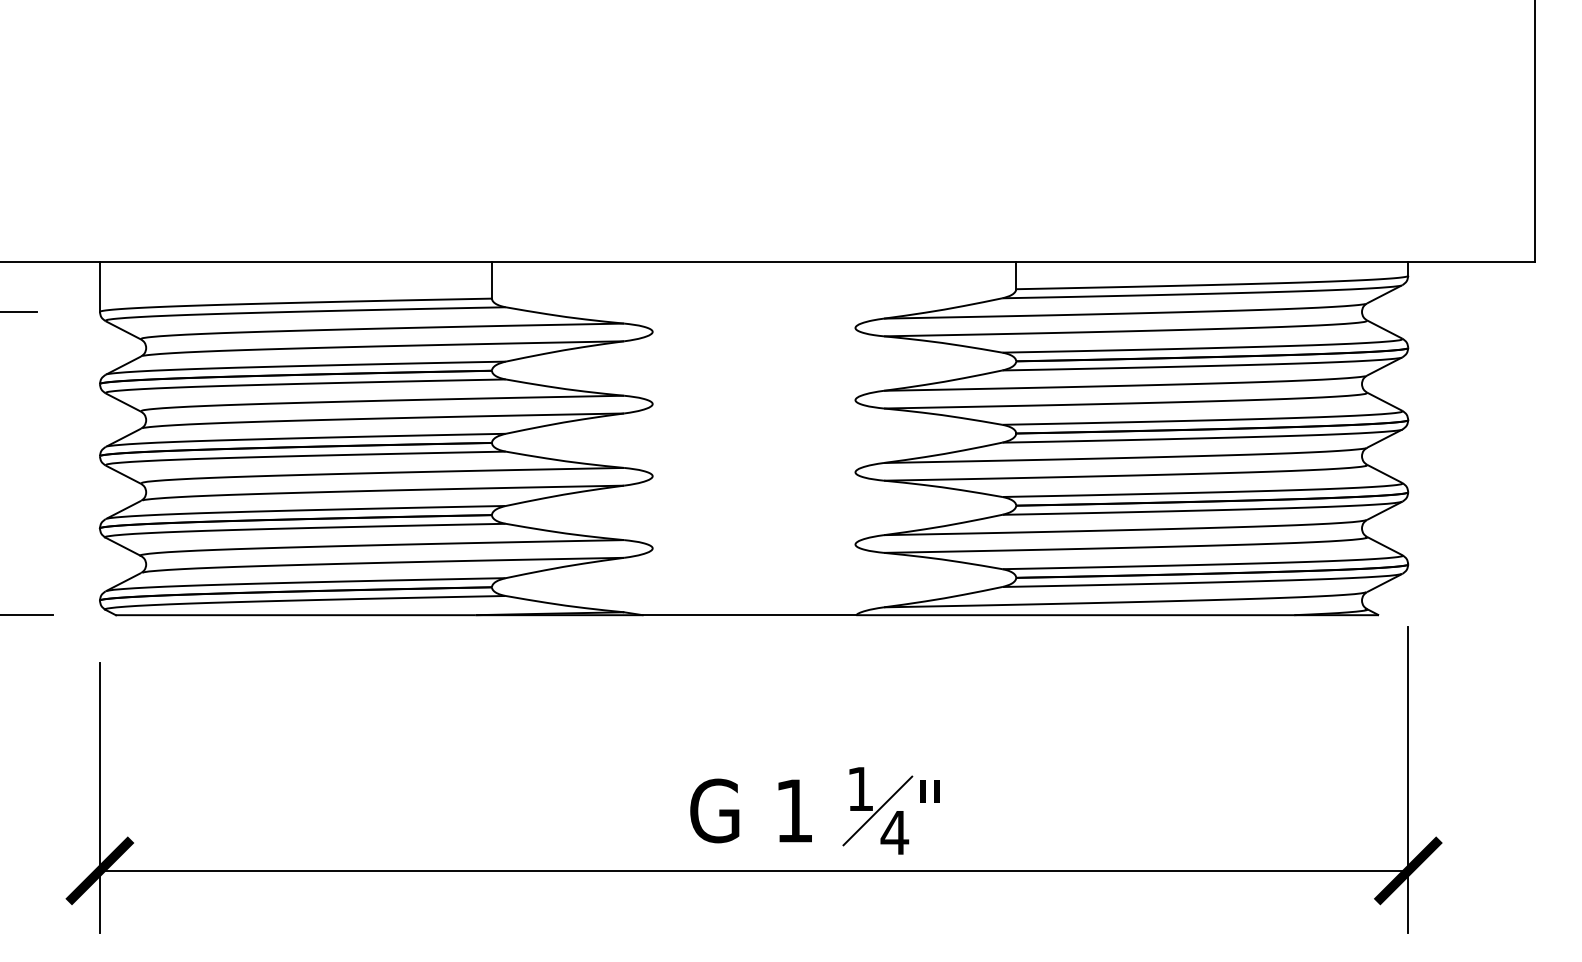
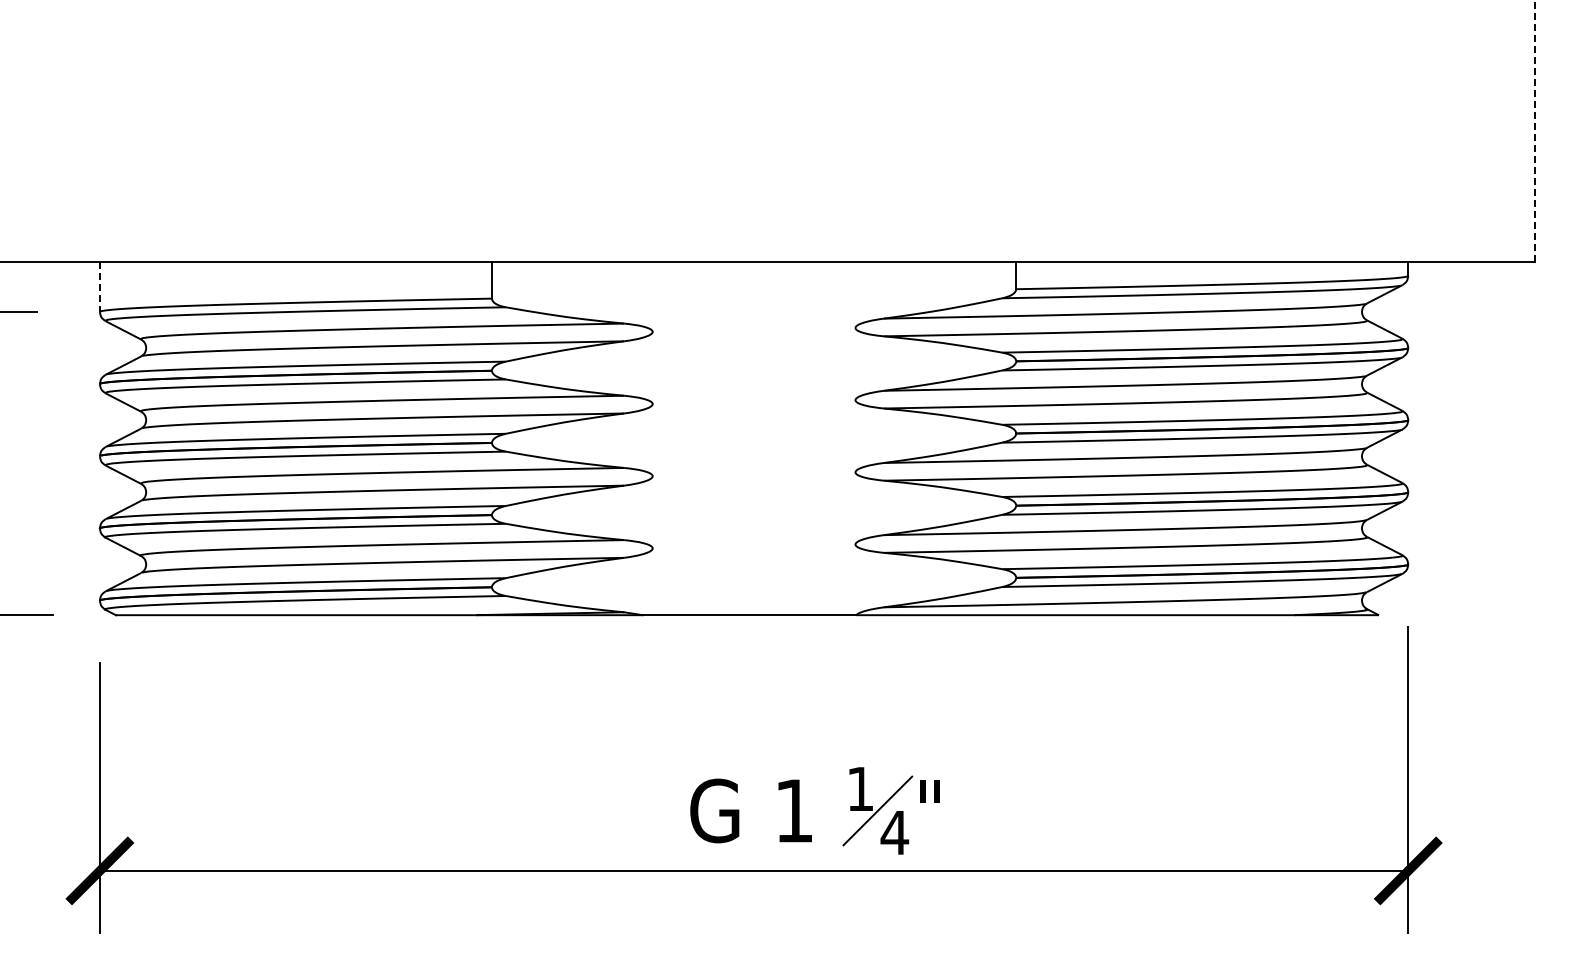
line at (1534, 131): solid -> dashed
line at (99, 287): solid -> dashed
